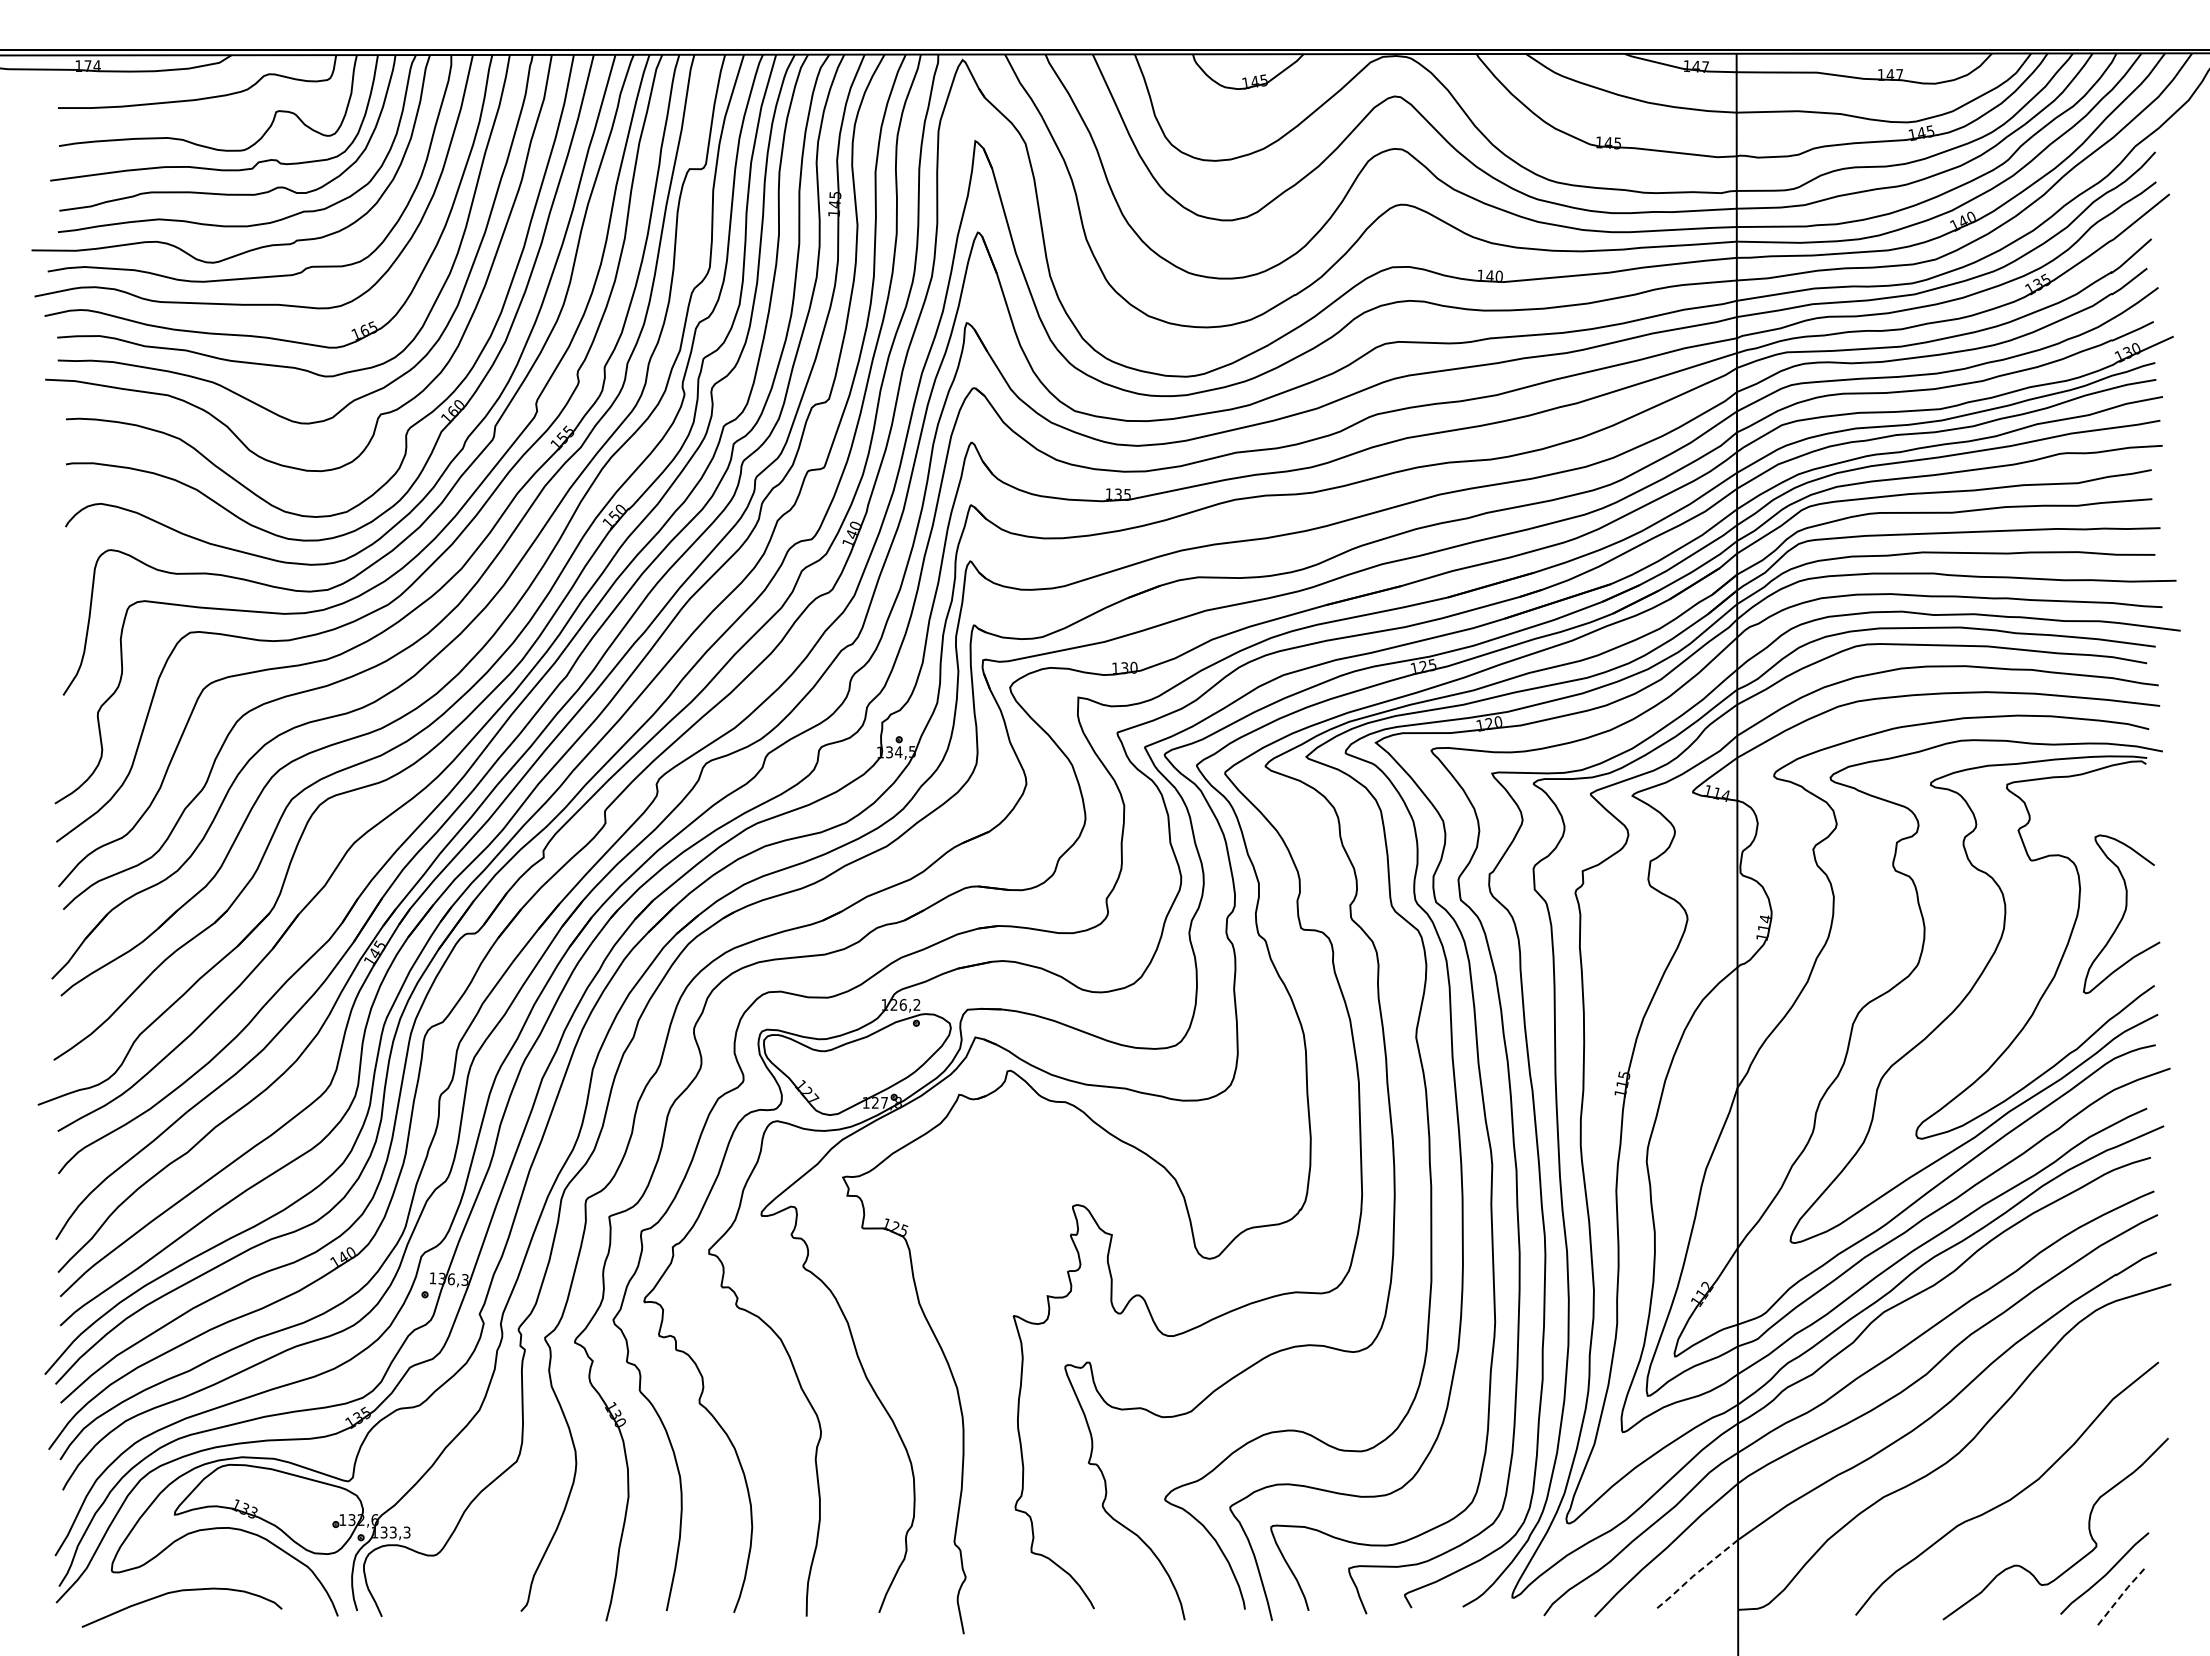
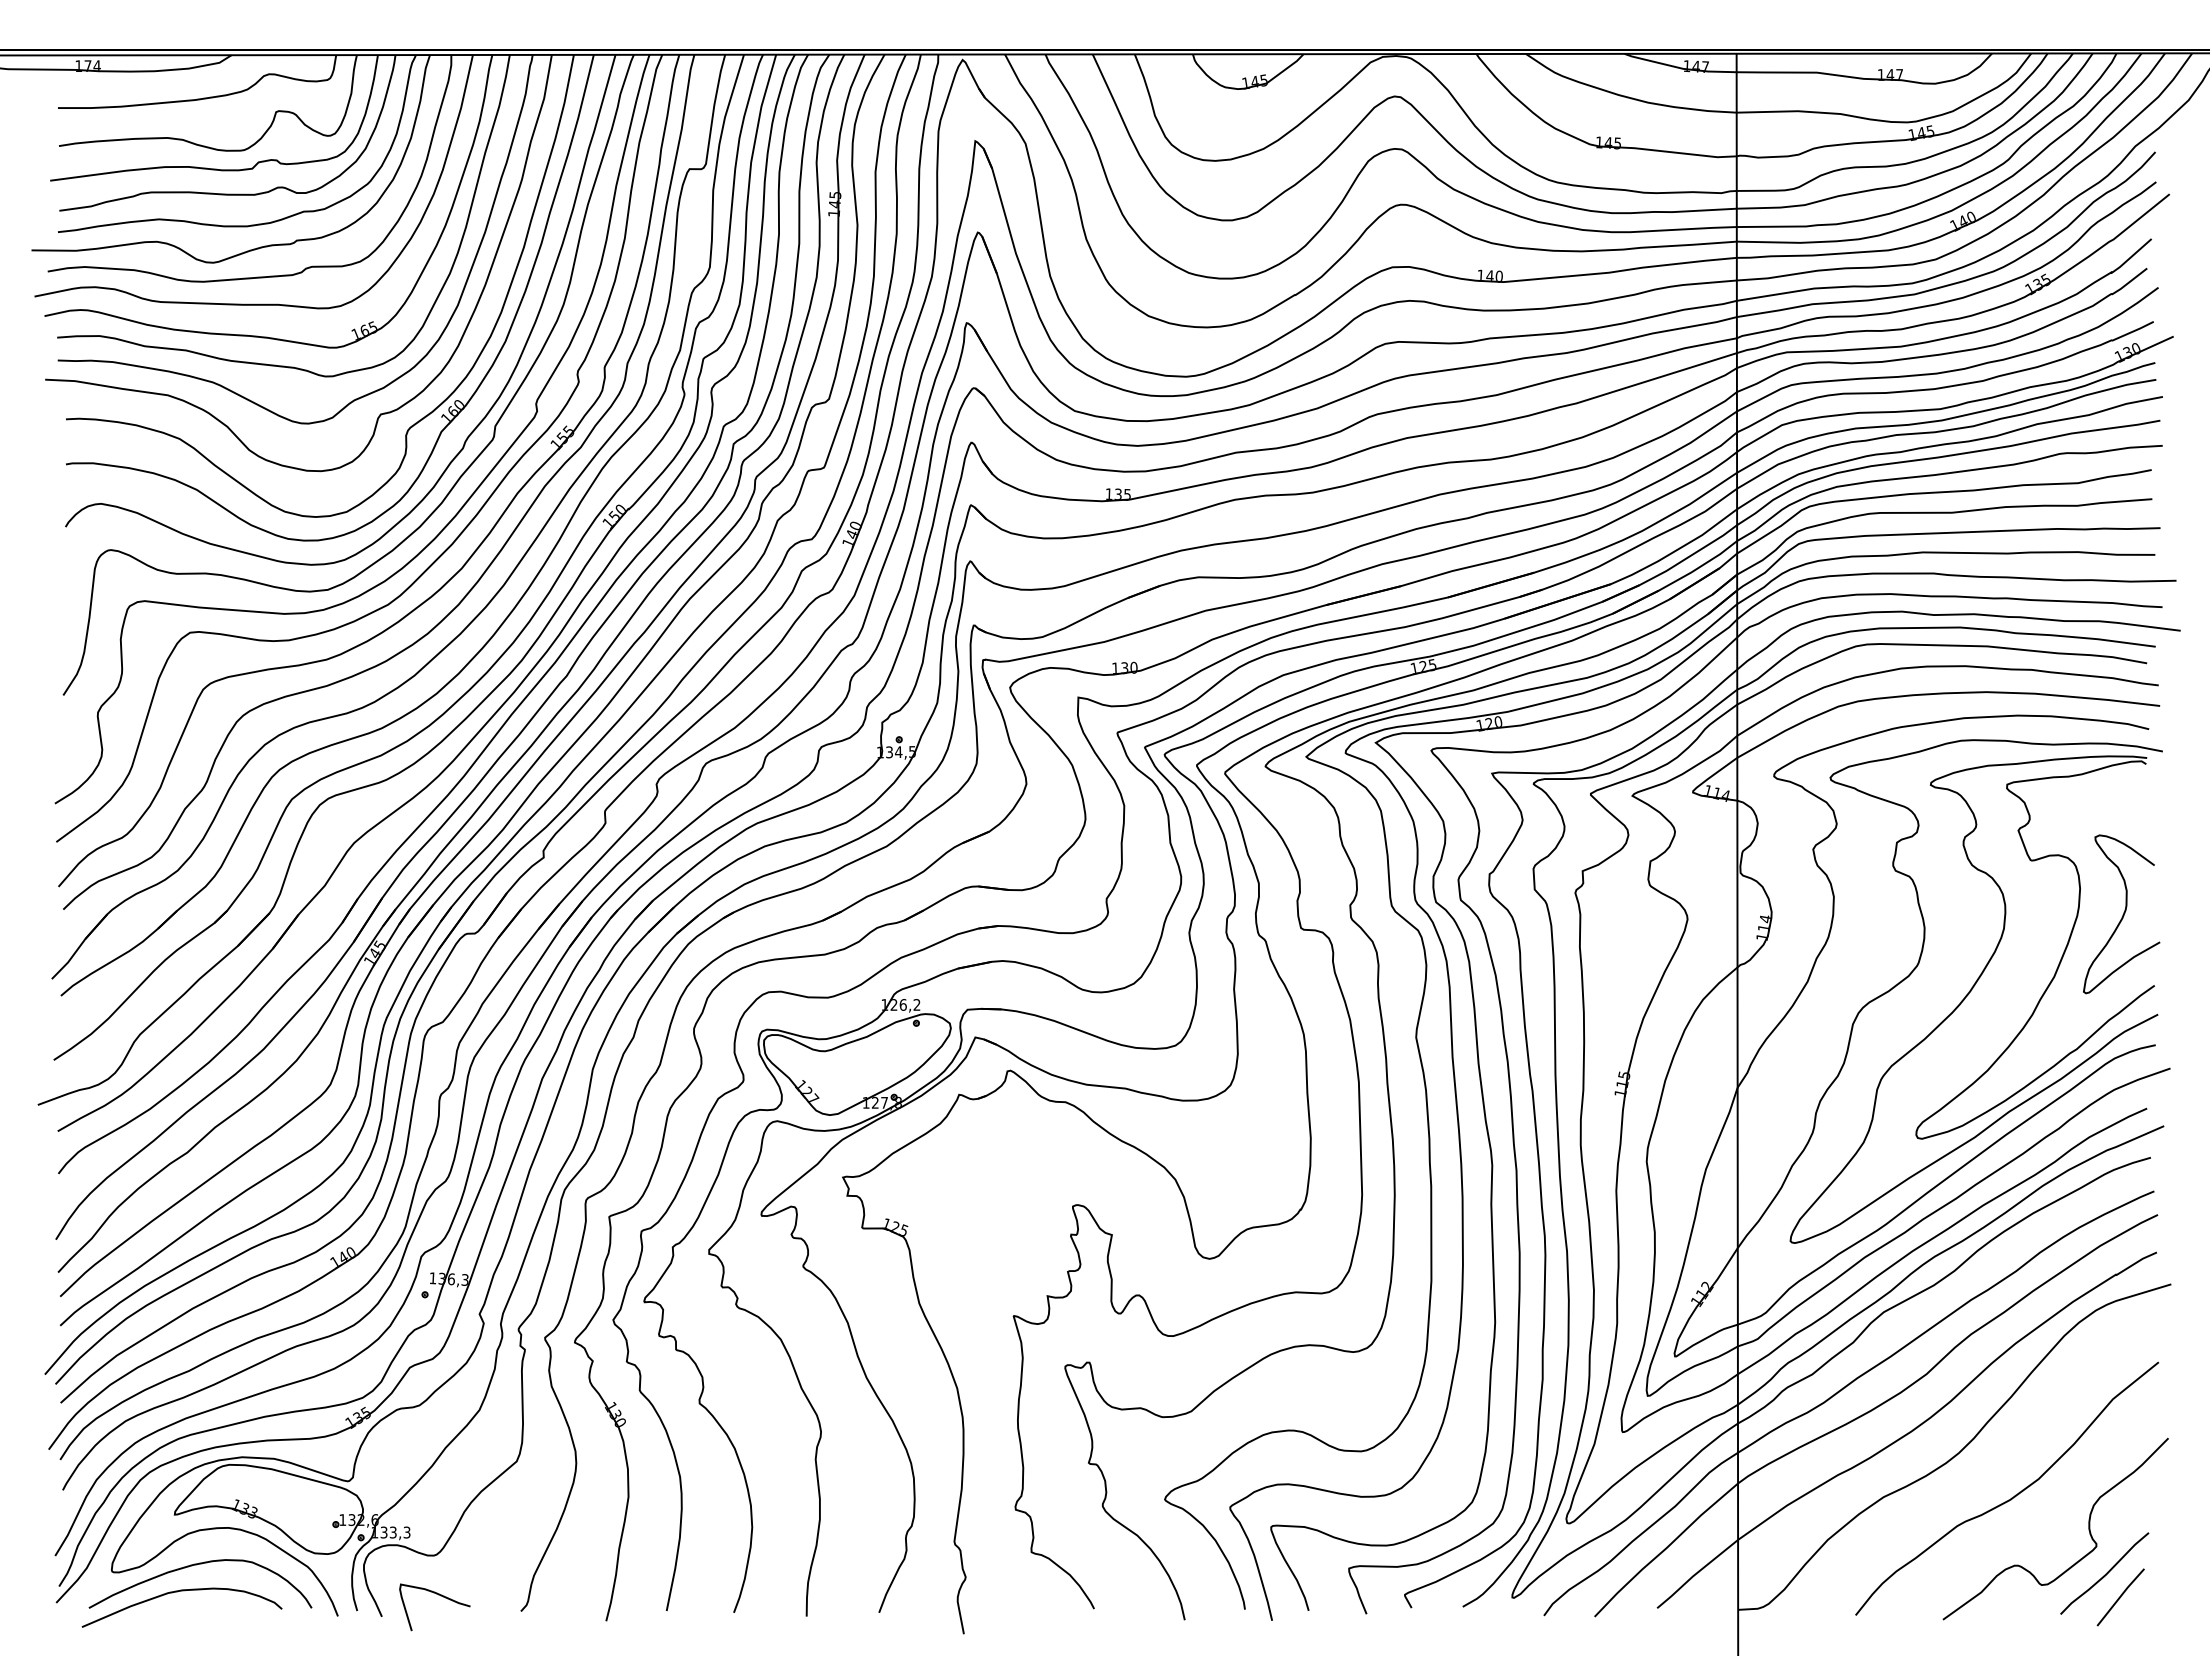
curve at (196, 1565): none -> present
line at (1696, 1573): dashed -> solid
curve at (440, 1596): none -> present
line at (2120, 1596): dashed -> solid
